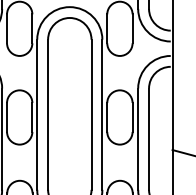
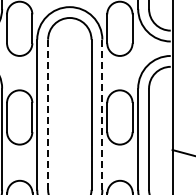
line at (48, 115): solid -> dashed
line at (102, 115): solid -> dashed
